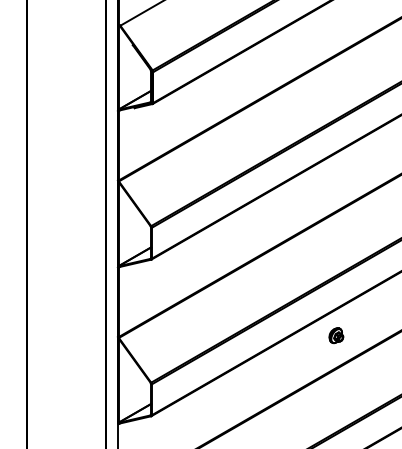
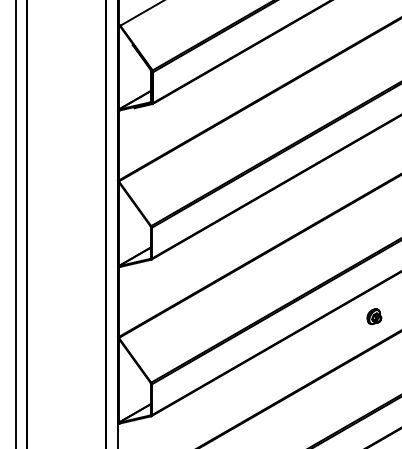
line at (15, 223): none -> present
part at (336, 335) position: (336, 335) -> (374, 316)
